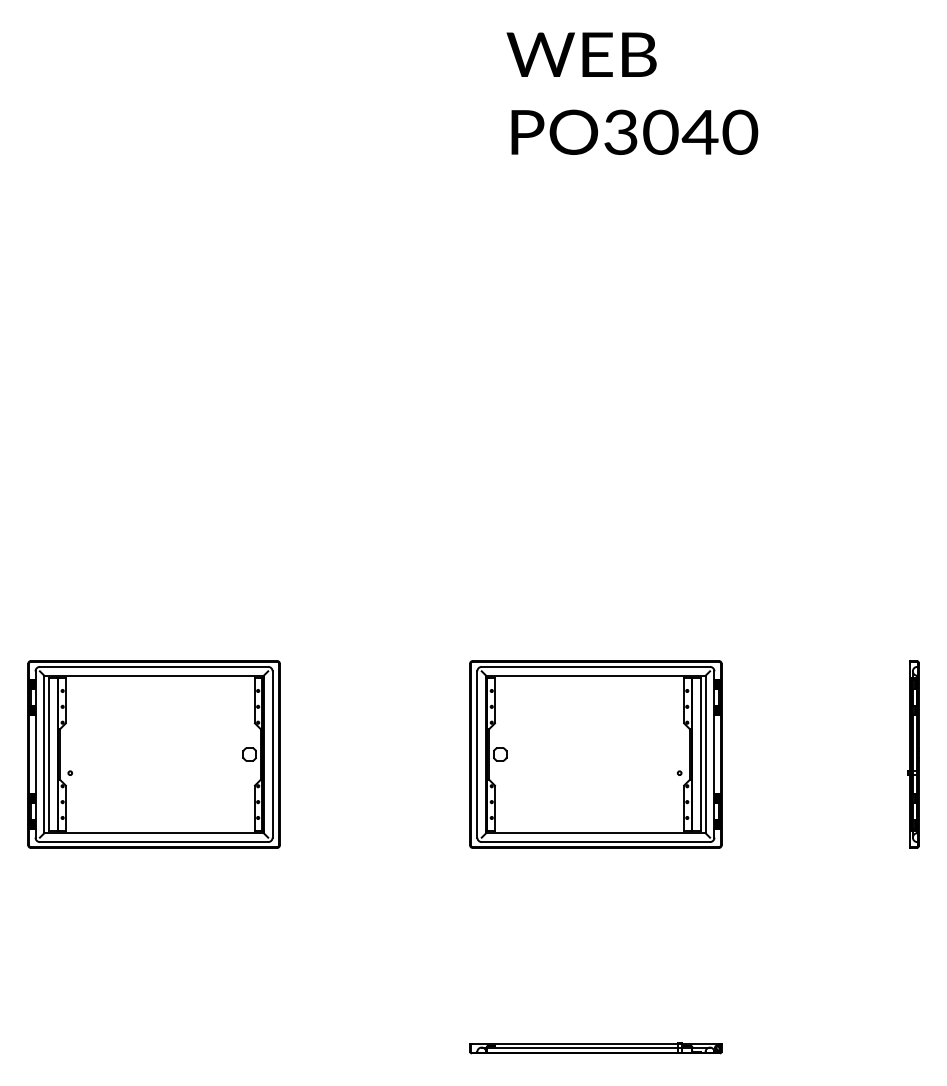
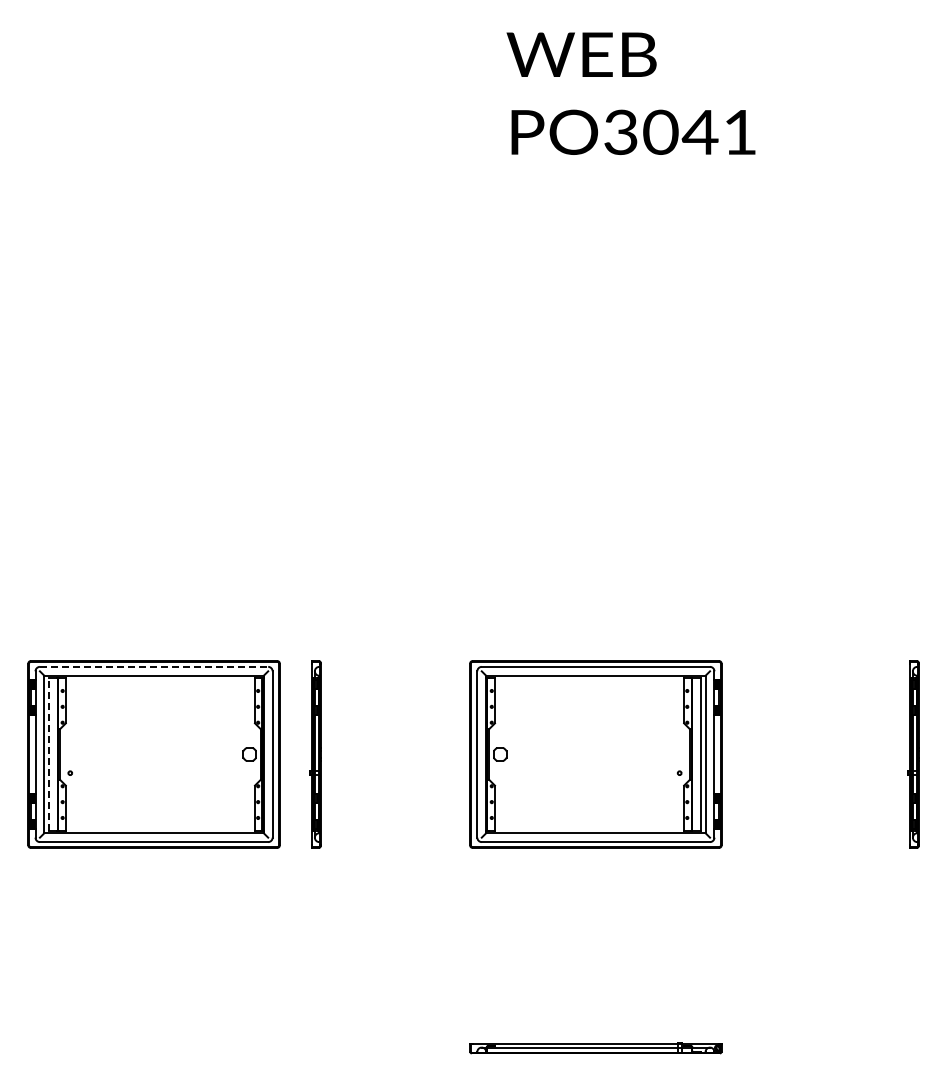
text at (740, 131): PO3040 -> PO3041
line at (154, 666): solid -> dashed
line at (49, 753): solid -> dashed
part at (315, 754): none -> present
